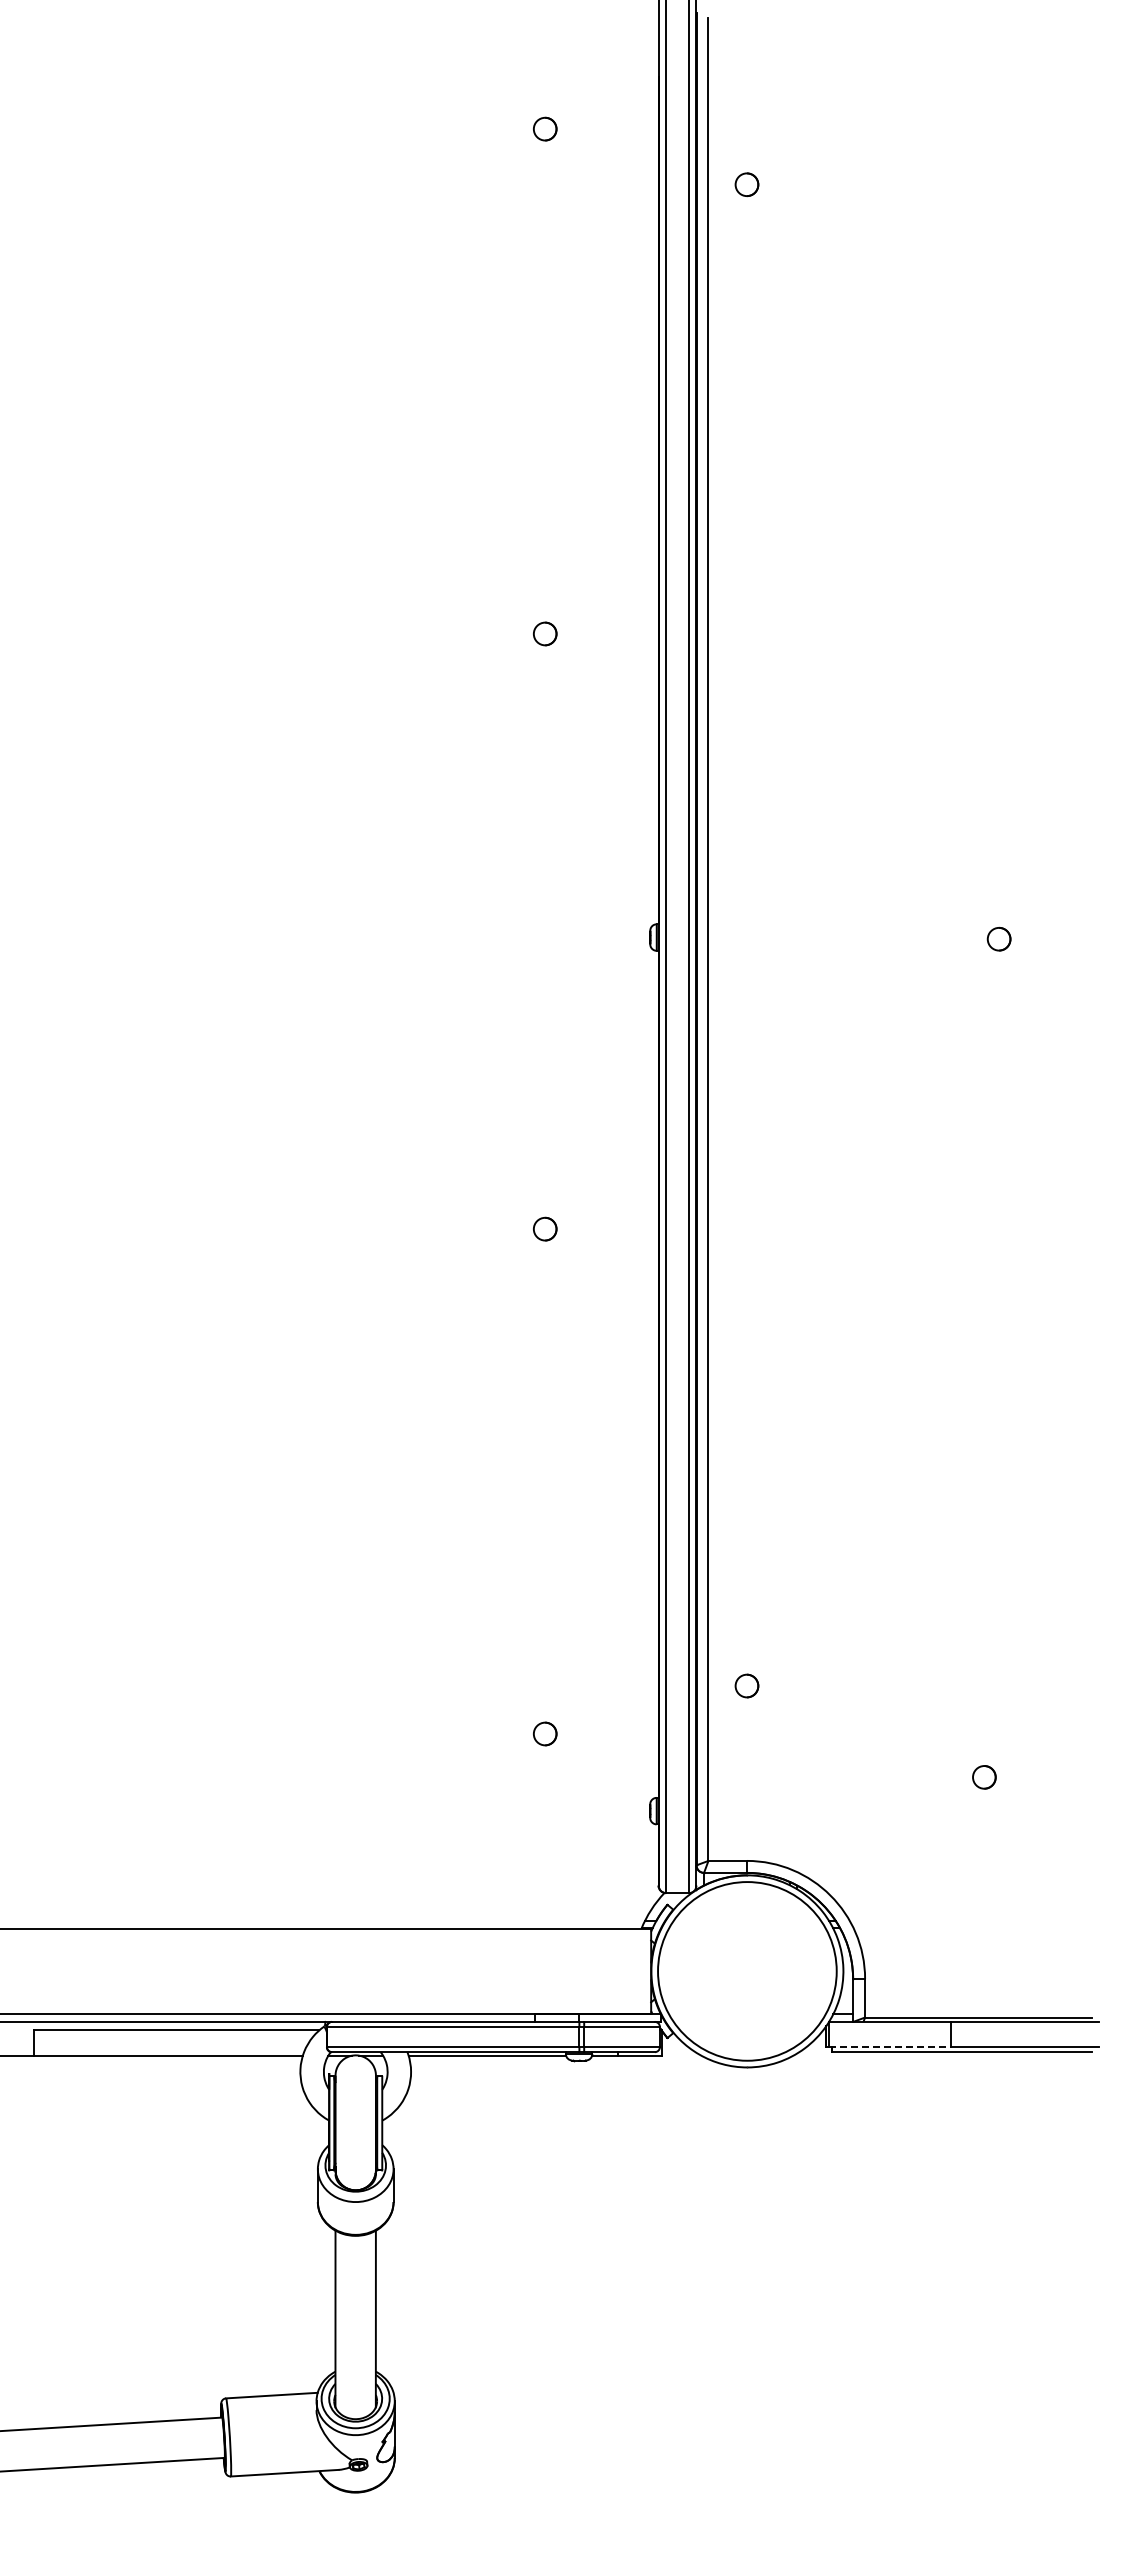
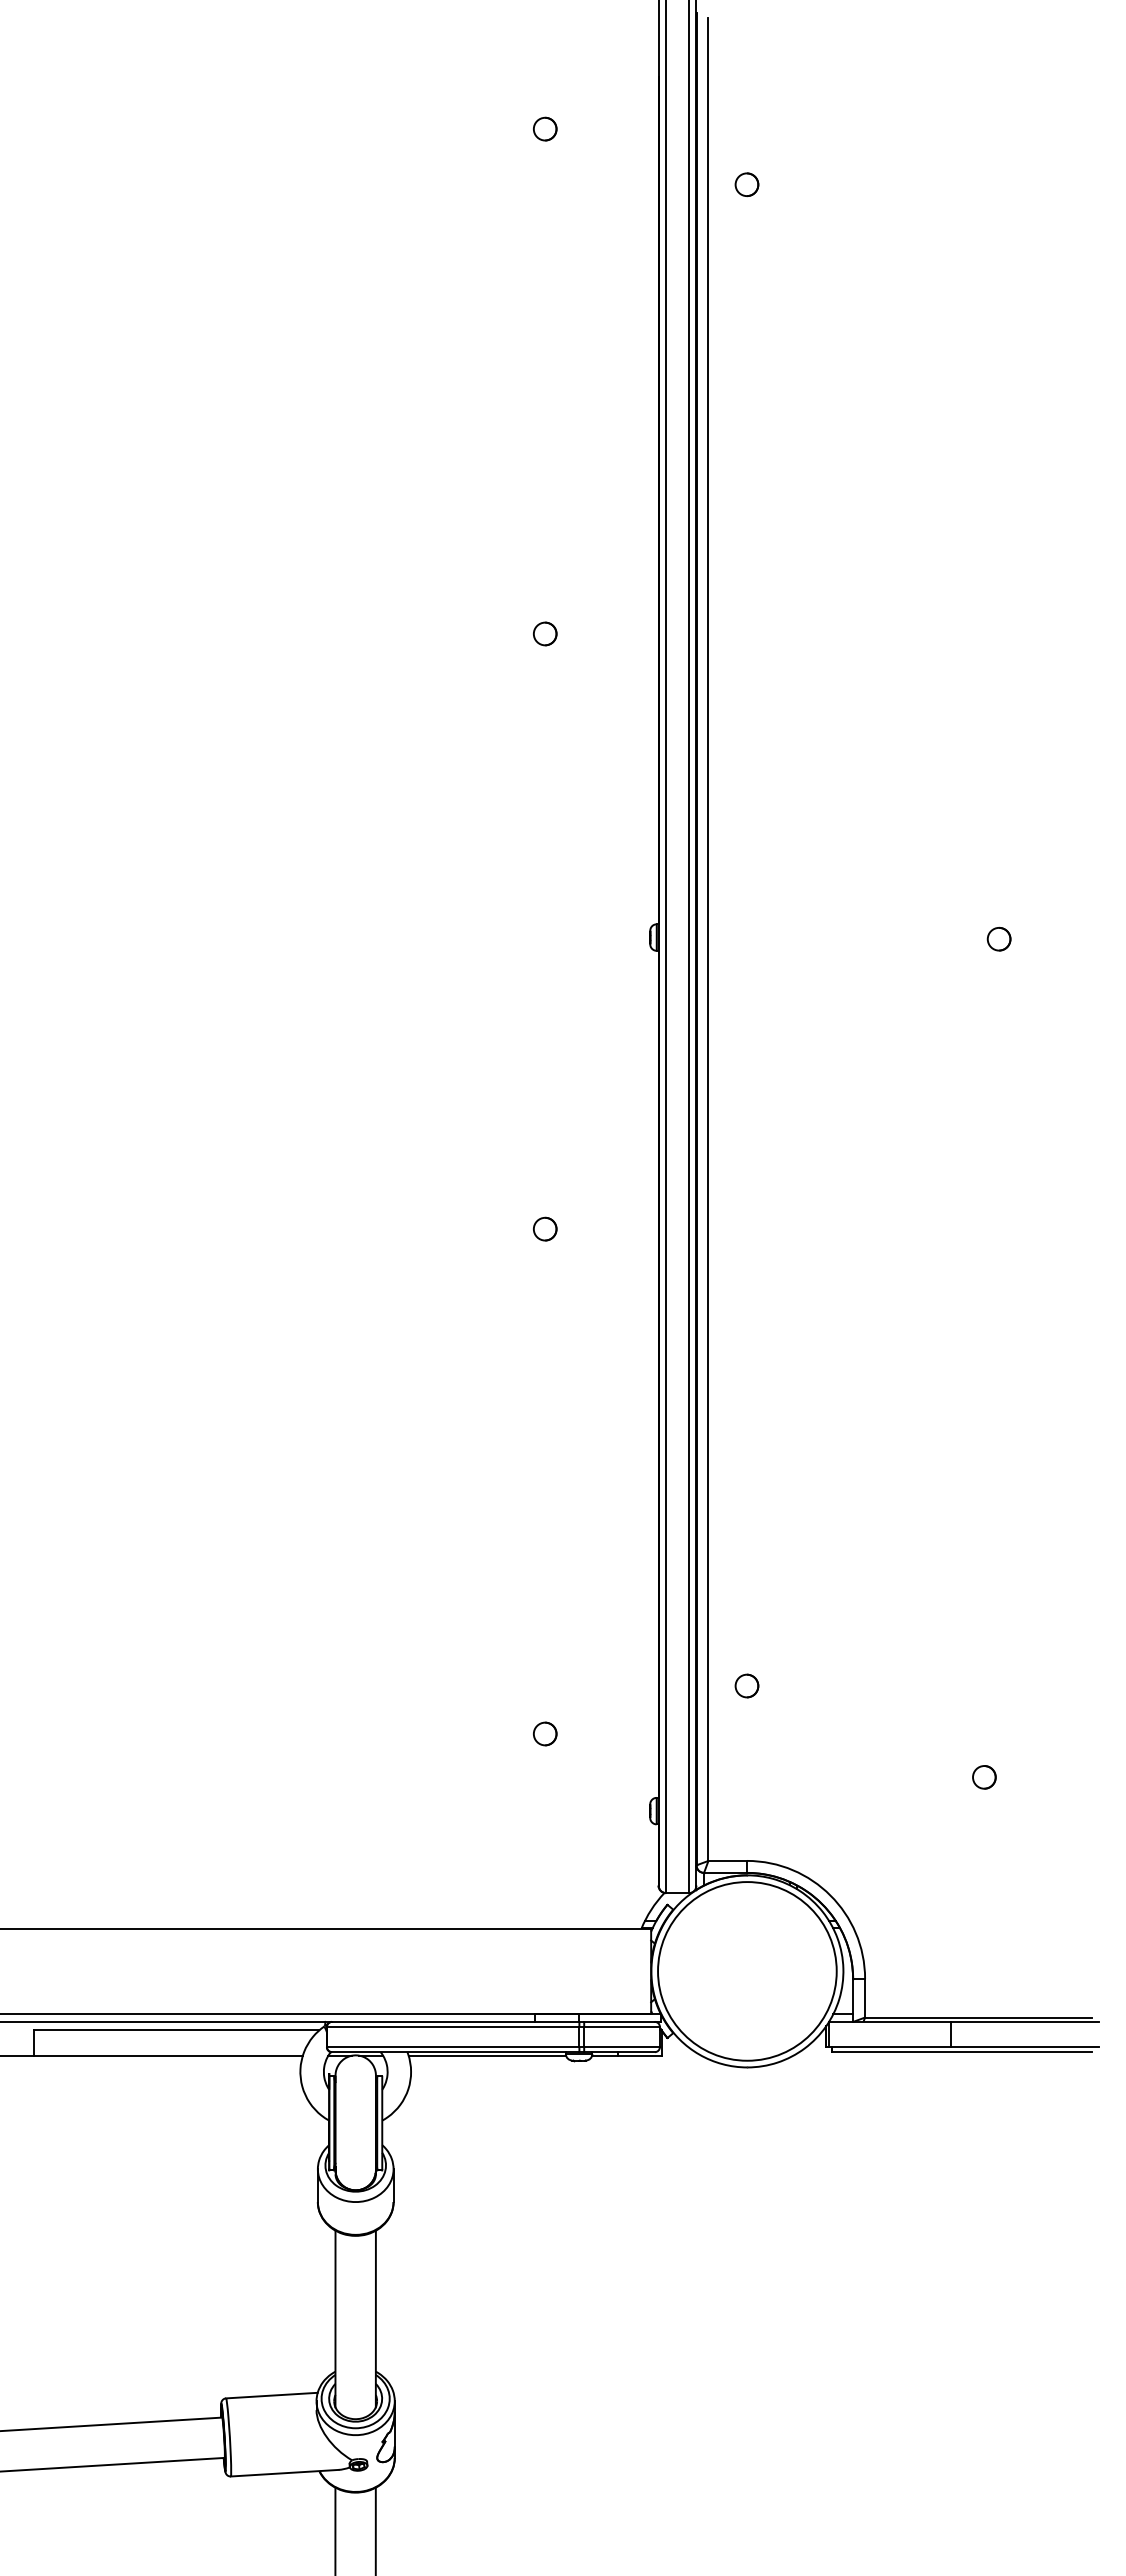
line at (889, 2047): dashed -> solid
line at (335, 2529): none -> present
line at (375, 2529): none -> present
